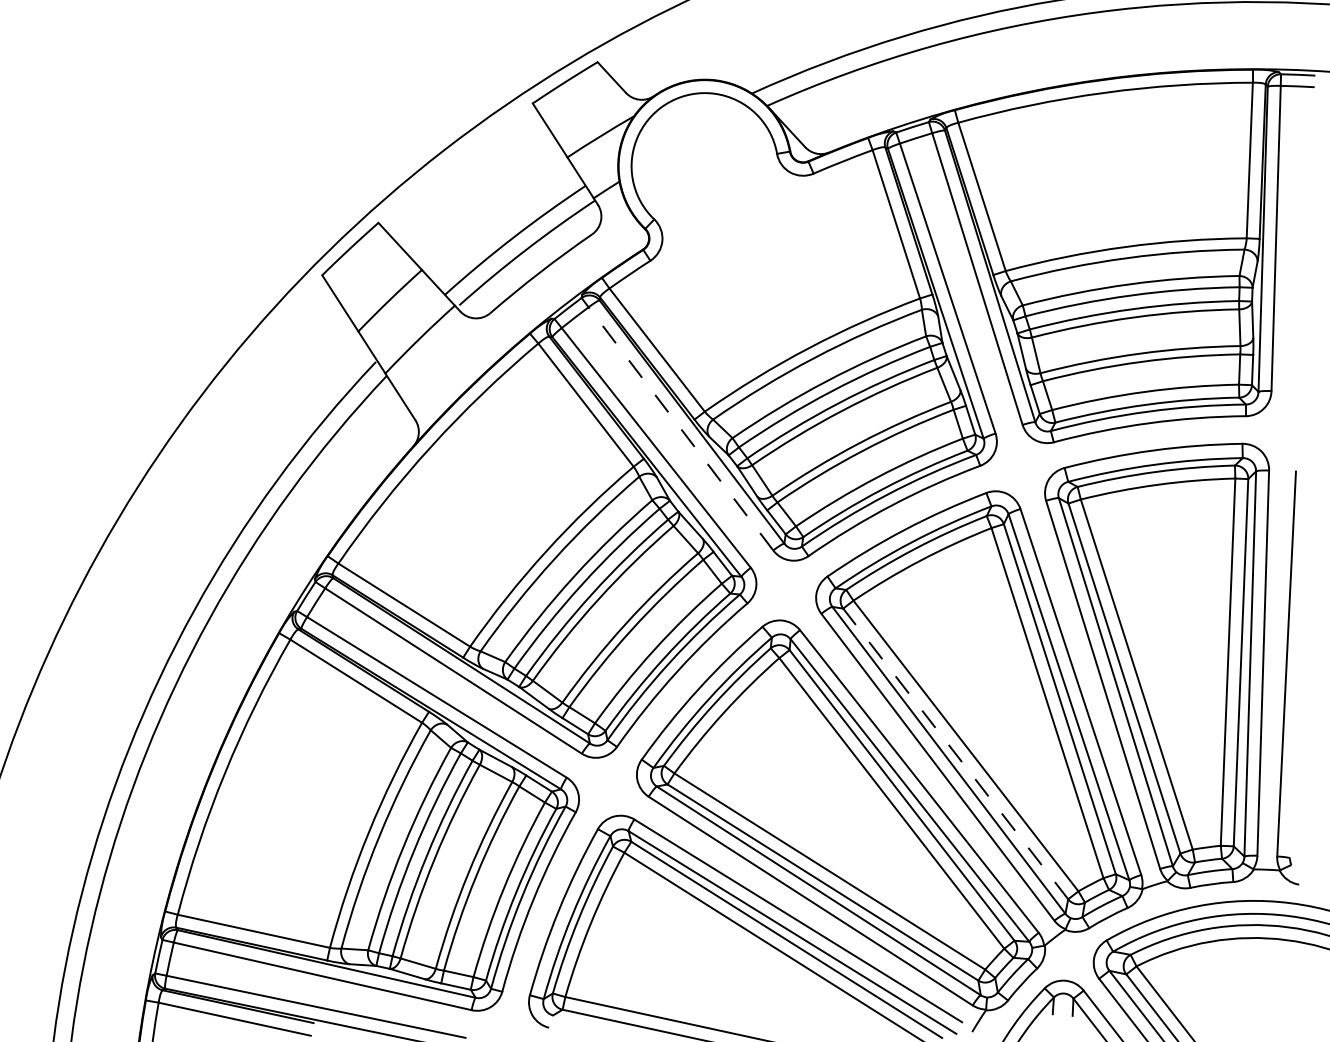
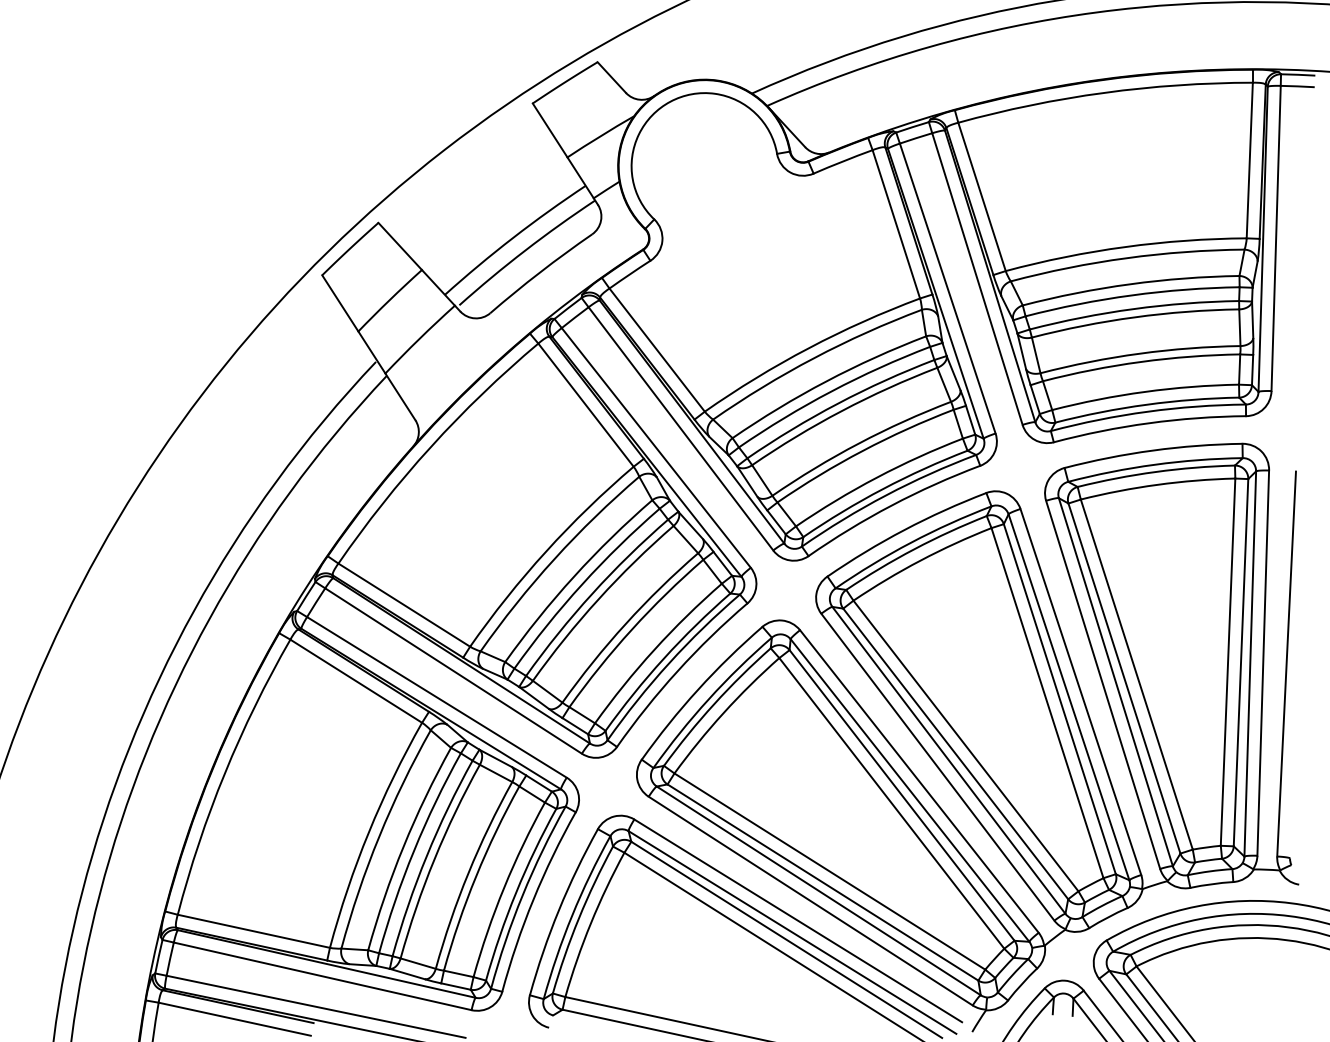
line at (680, 428): dashed -> solid
line at (955, 753): dashed -> solid
